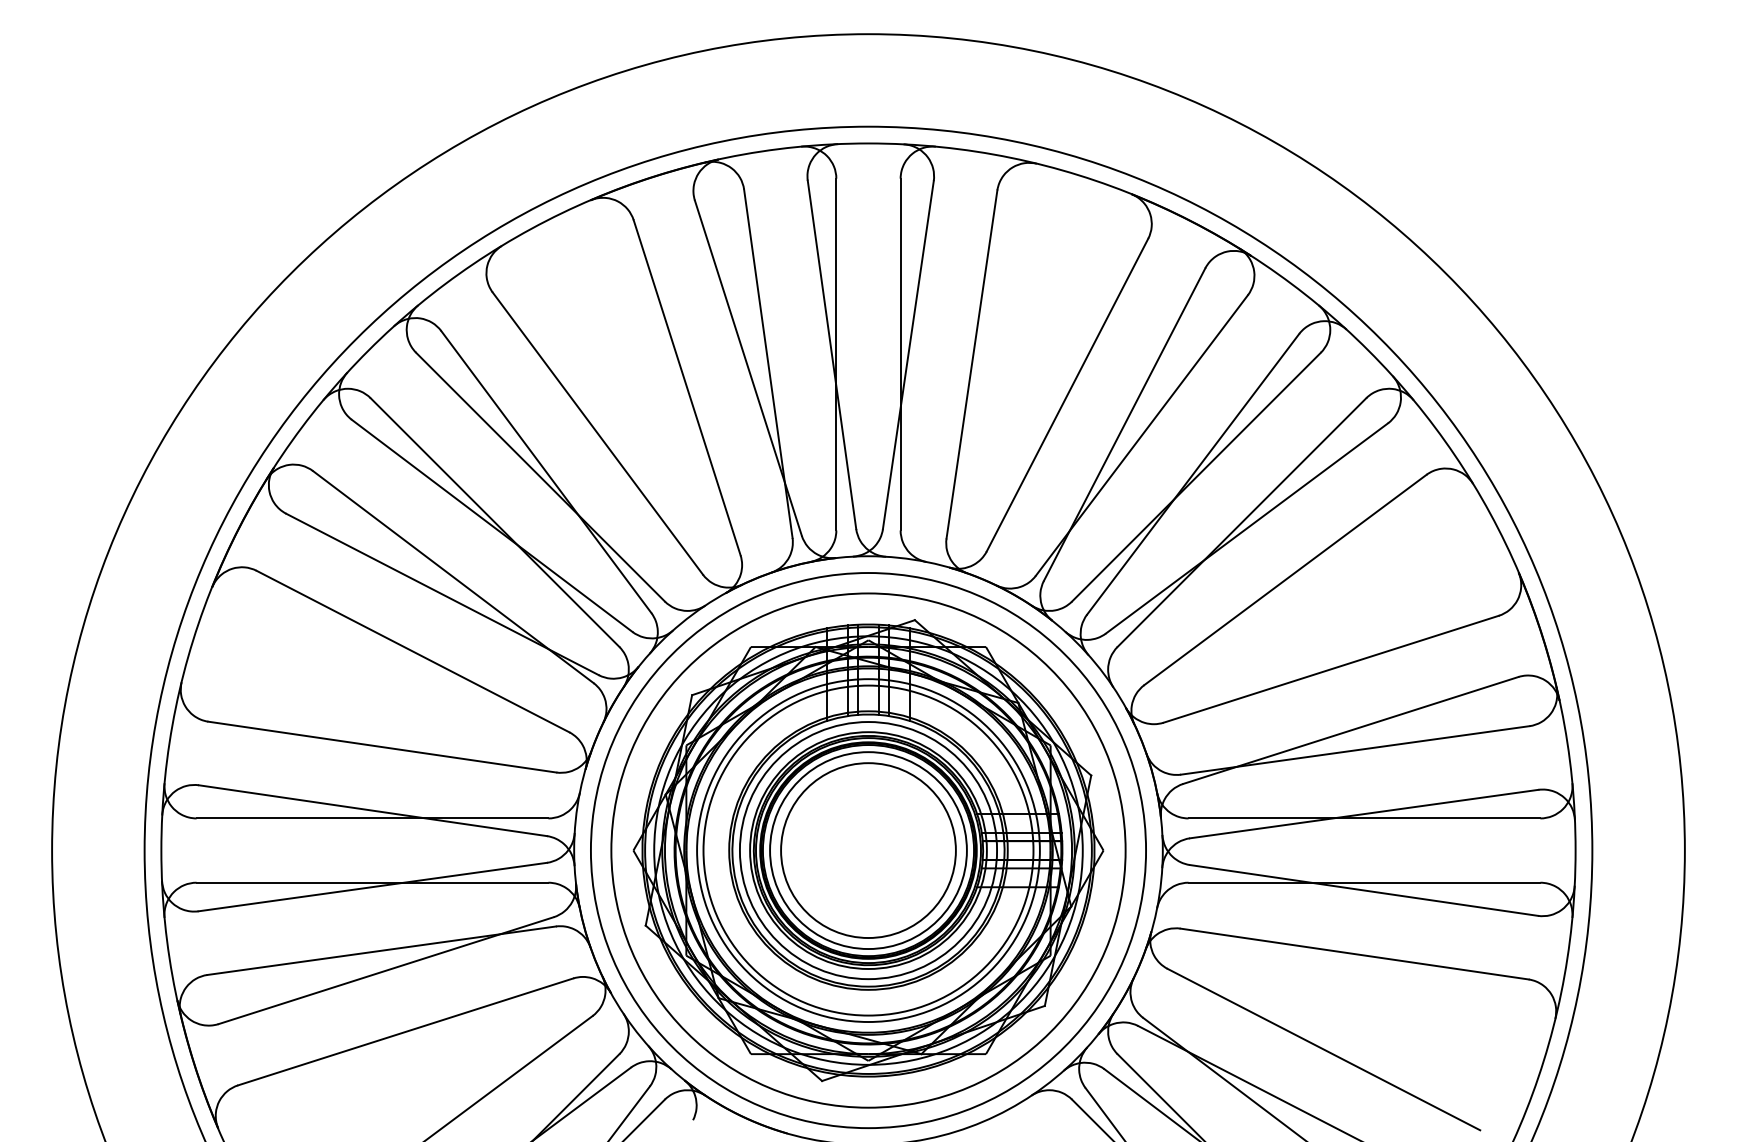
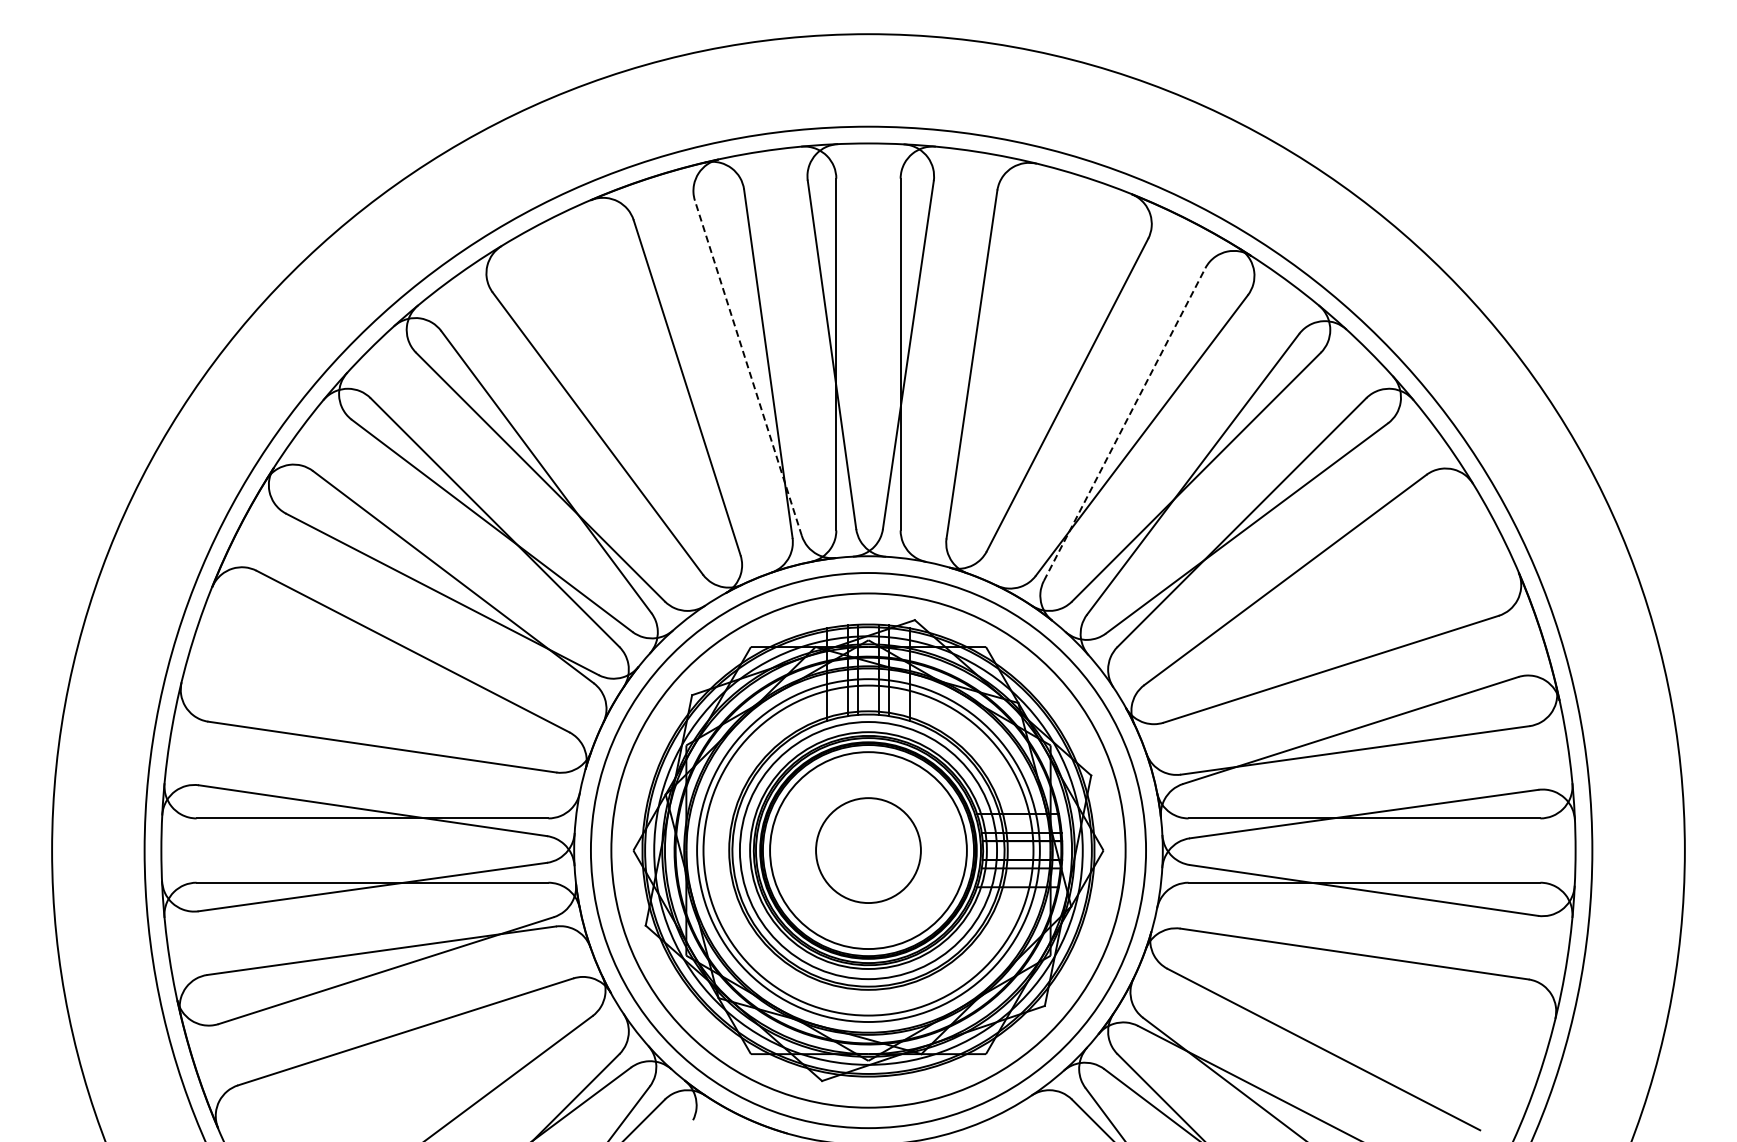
line at (748, 368): solid -> dashed
line at (1124, 424): solid -> dashed
circle at (868, 850) diameter: 175 px -> 105 px
